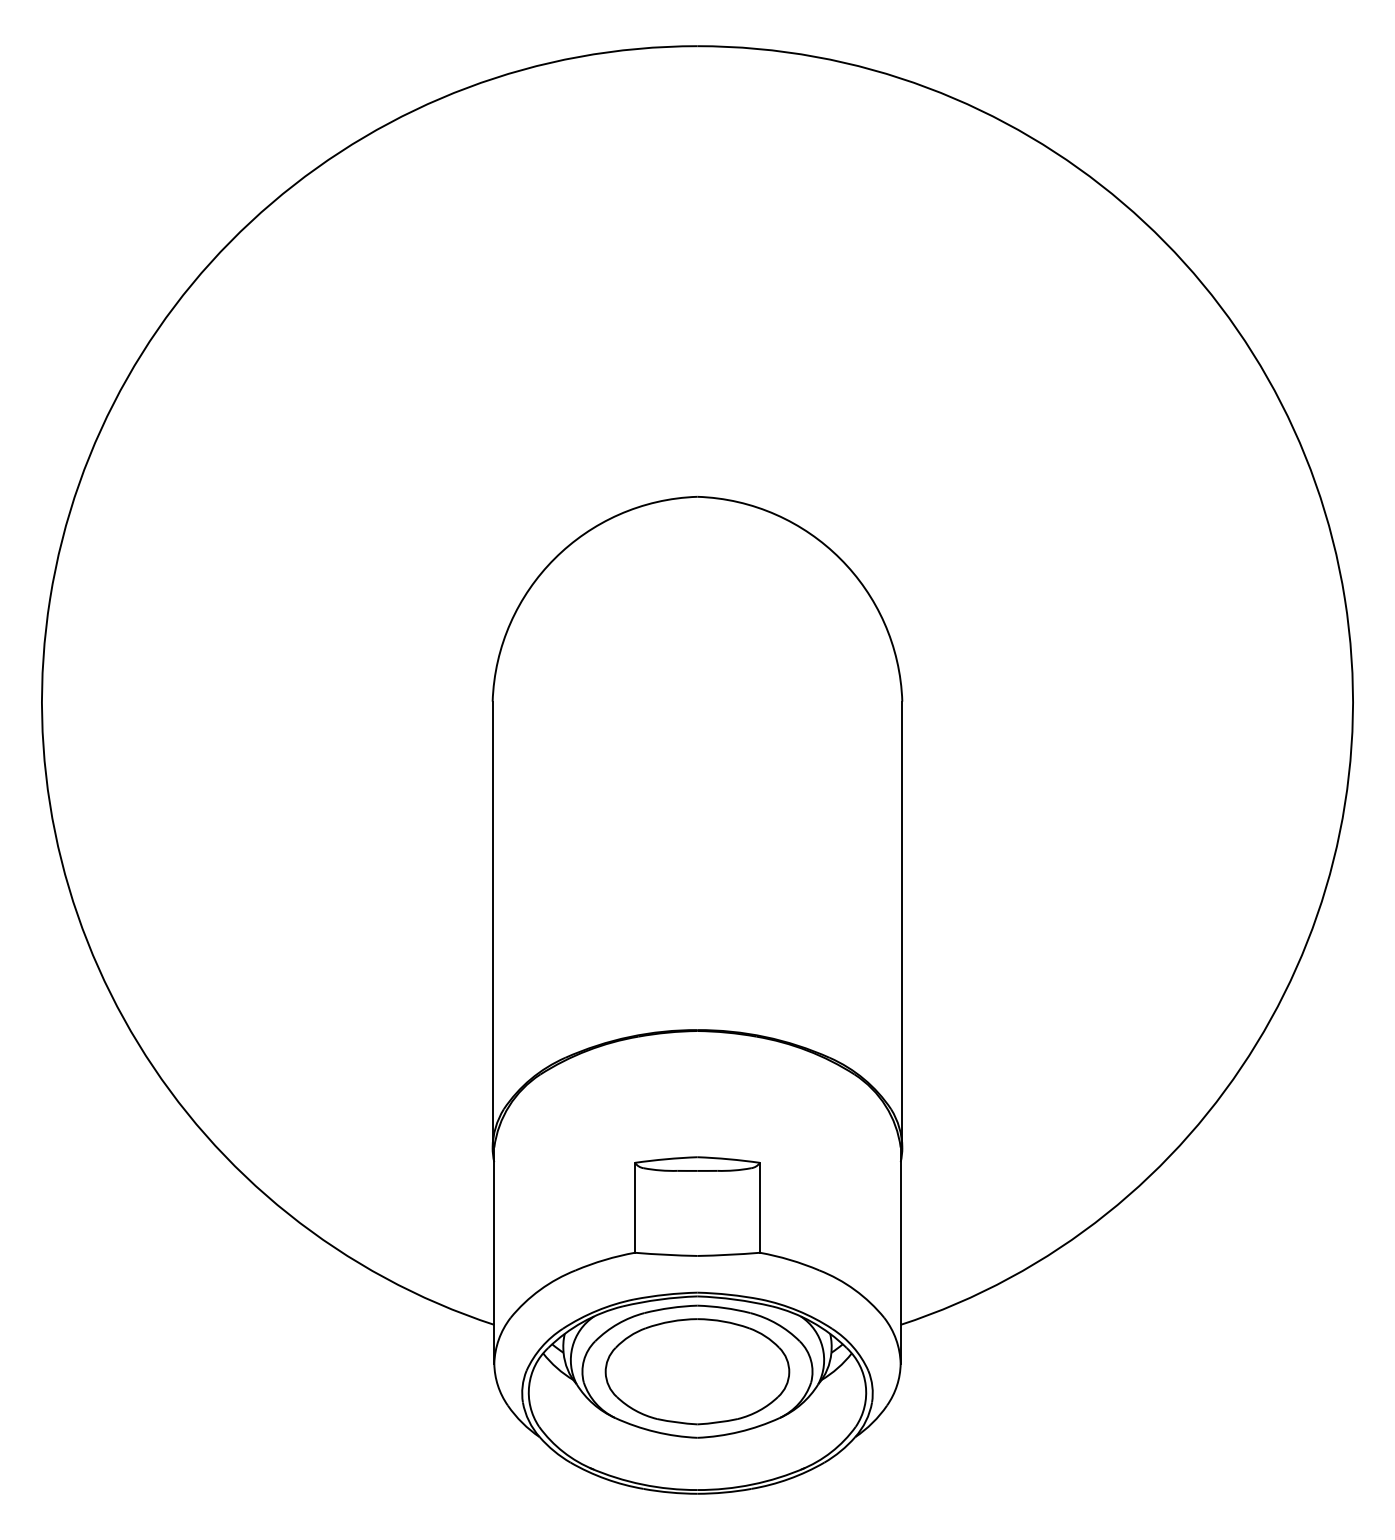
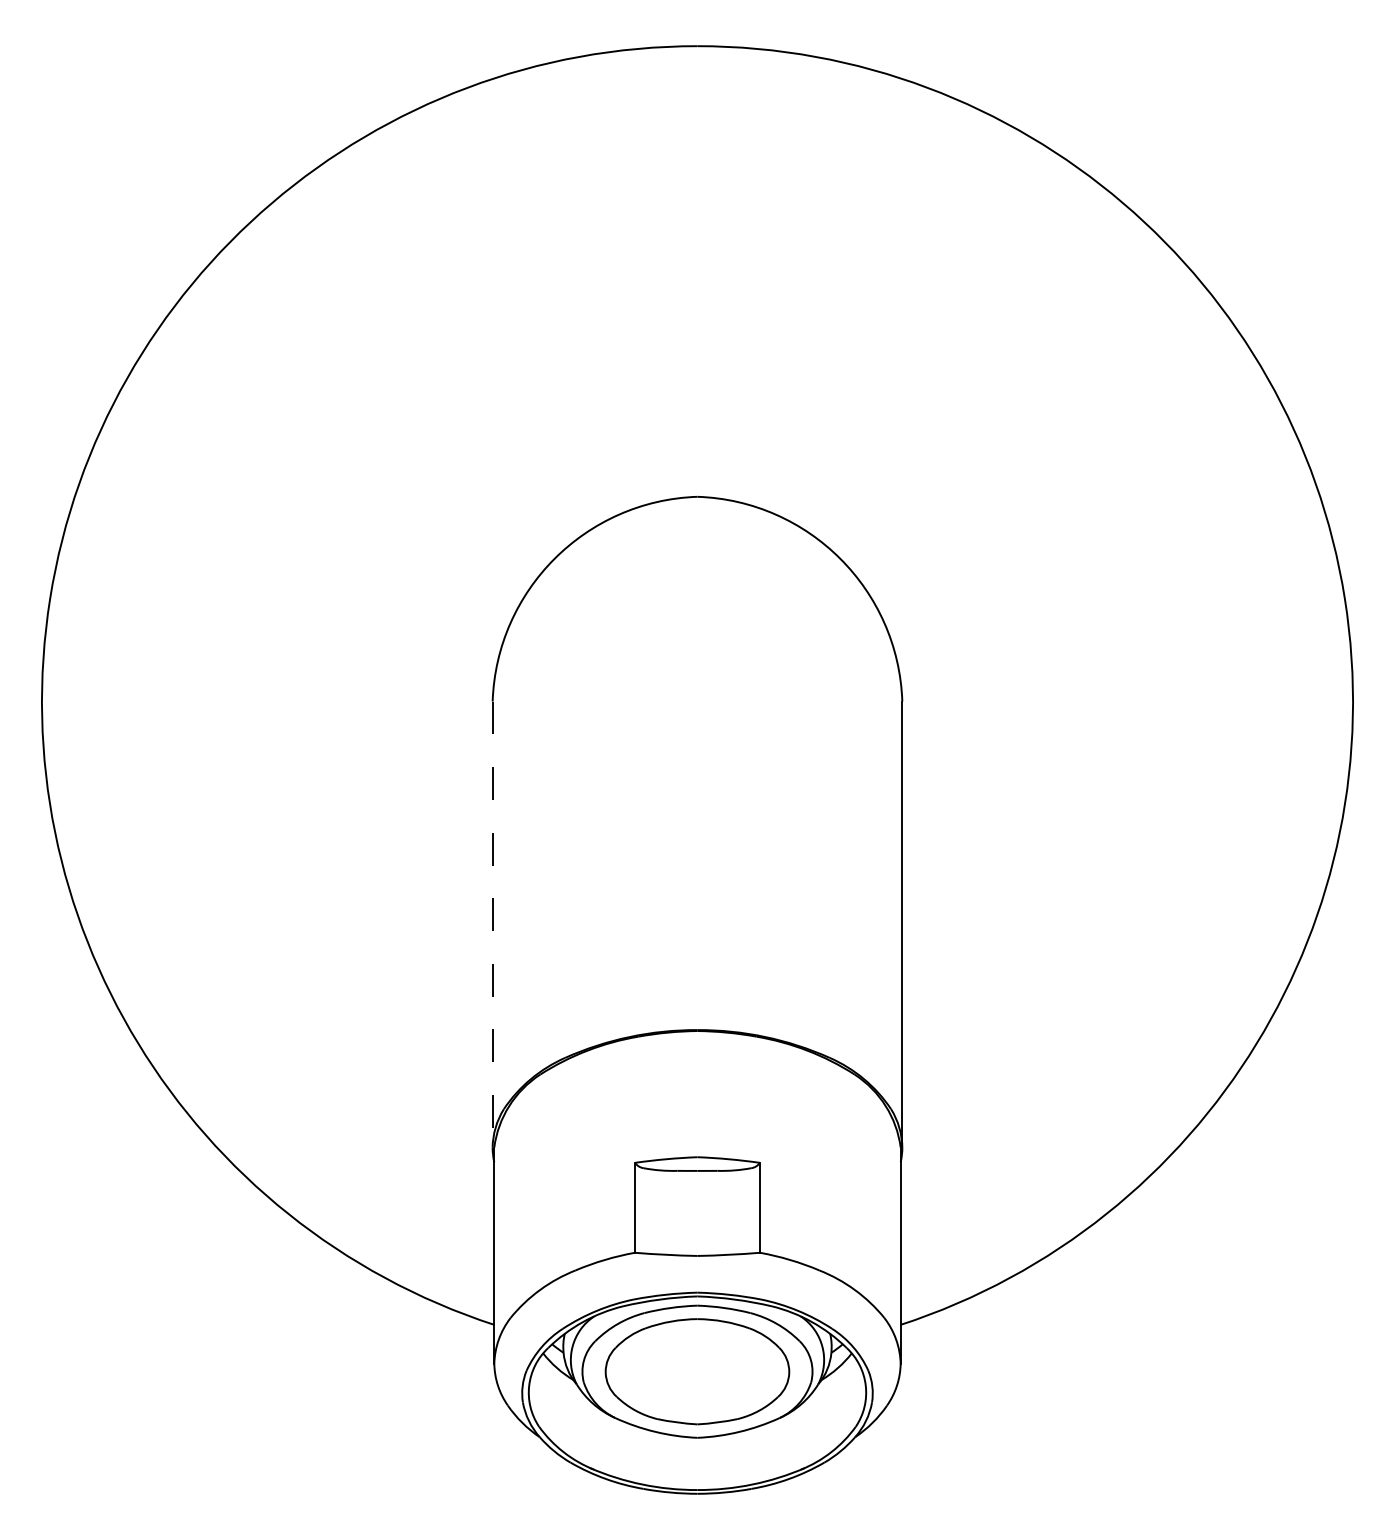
line at (492, 924): solid -> dashed
